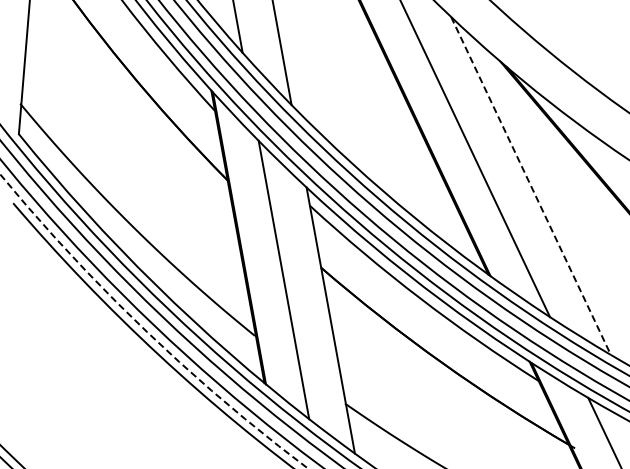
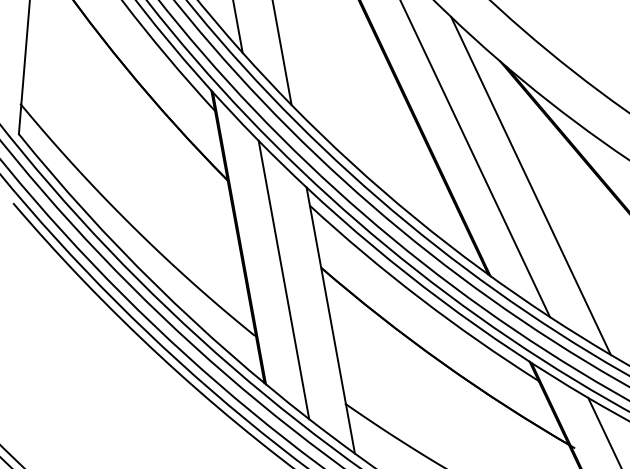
line at (531, 185): dashed -> solid
circle at (154, 321): dashed -> solid
